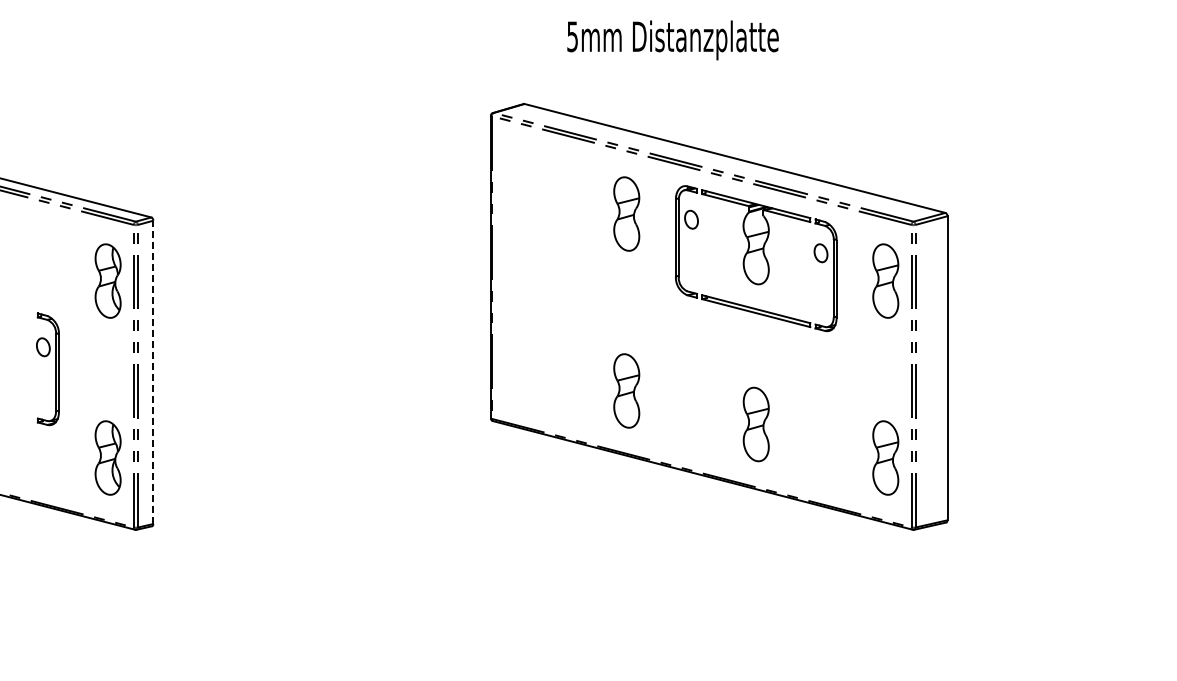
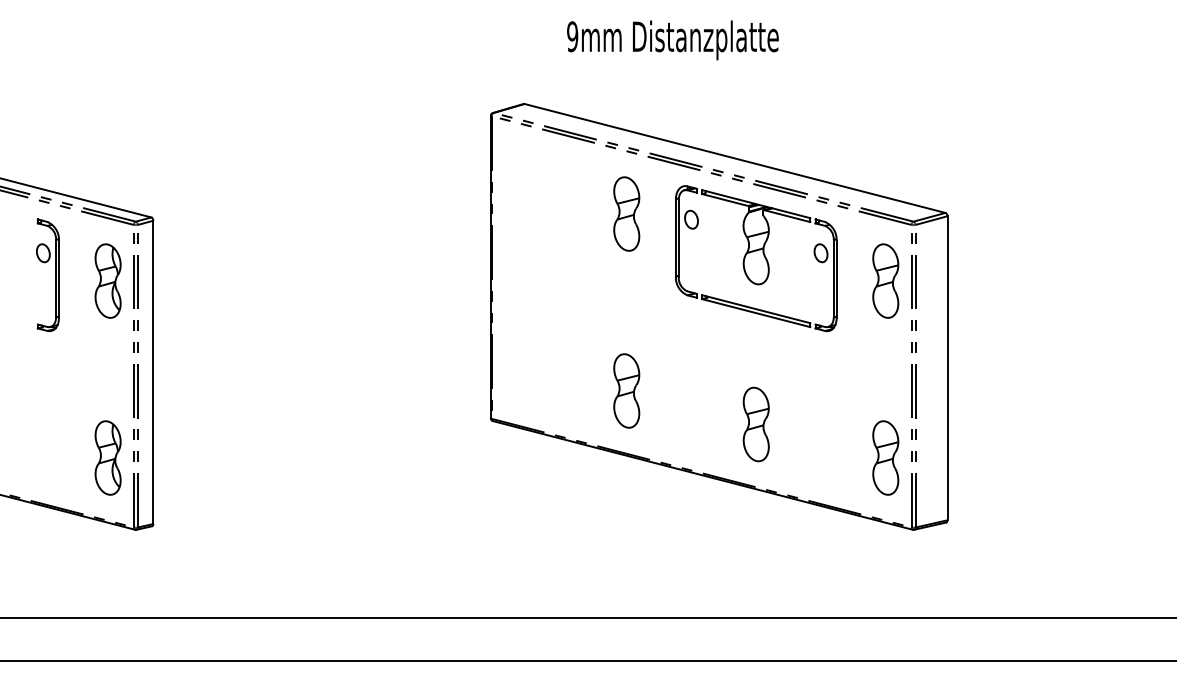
text at (572, 36): 5mm -> 9mm
part at (55, 369) position: (55, 369) -> (55, 275)
line at (153, 372): dashed -> solid
line at (587, 617): none -> present
line at (587, 660): none -> present
